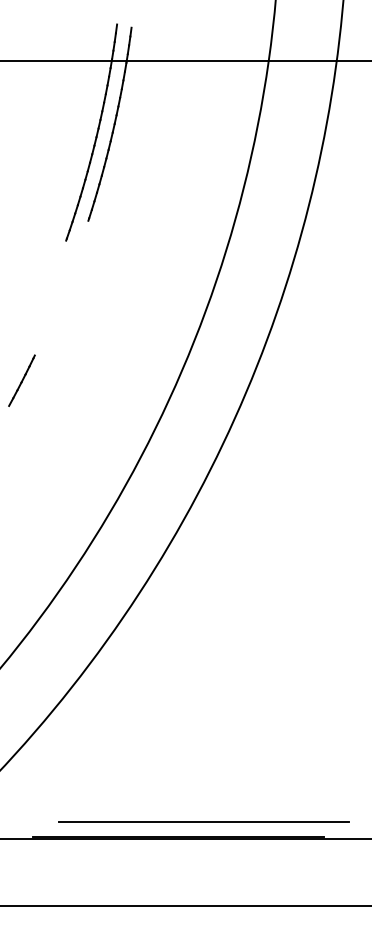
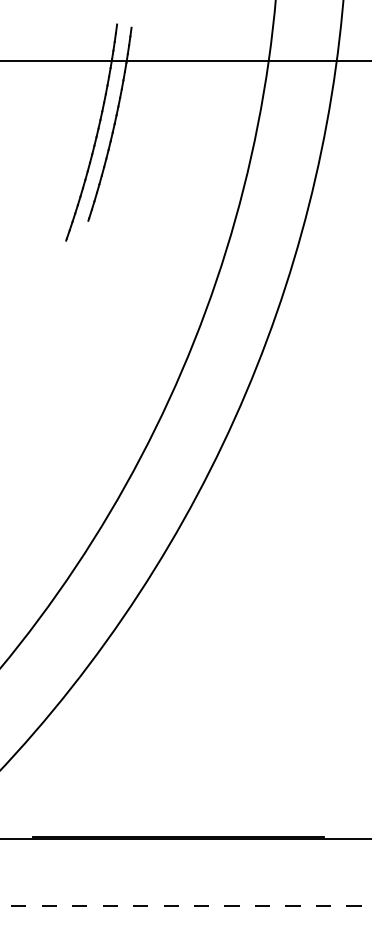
line at (21, 380): present -> none
line at (203, 822): present -> none
line at (185, 905): solid -> dashed
